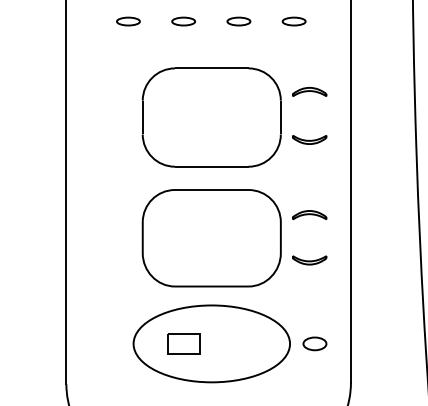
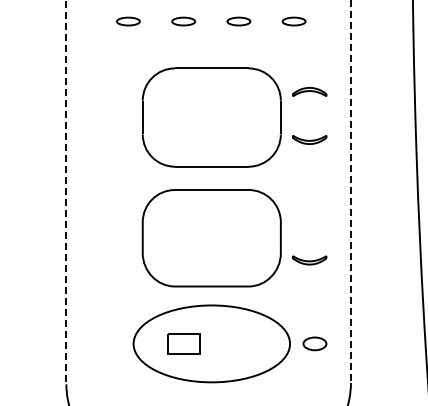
line at (66, 192): solid -> dashed
line at (350, 192): solid -> dashed
part at (309, 214): present -> none
